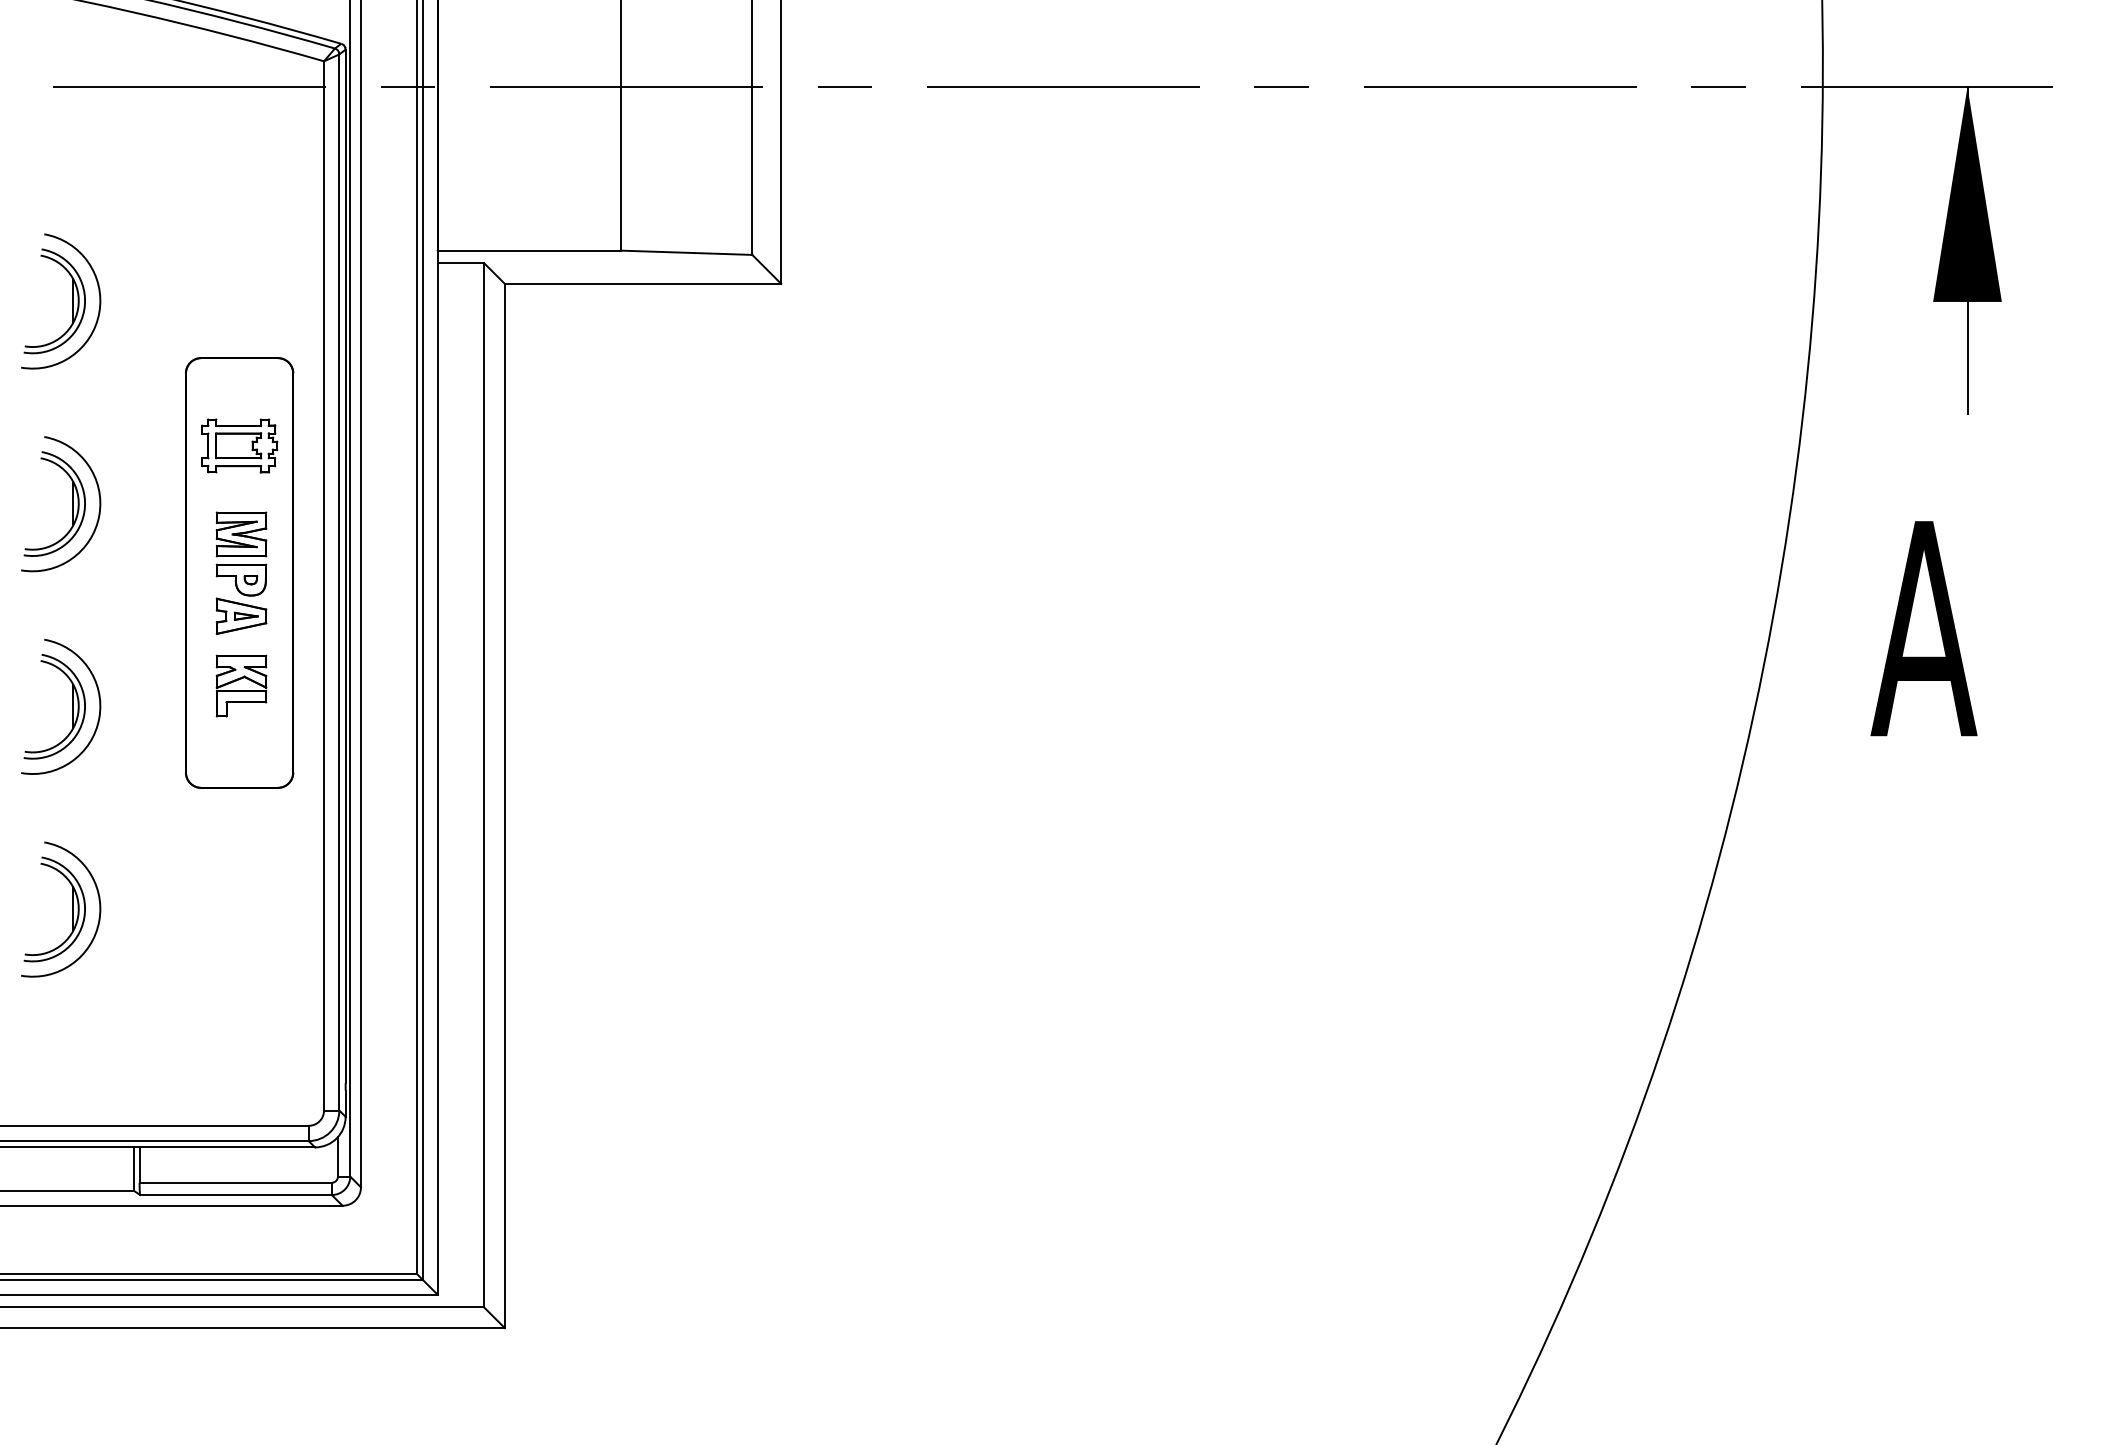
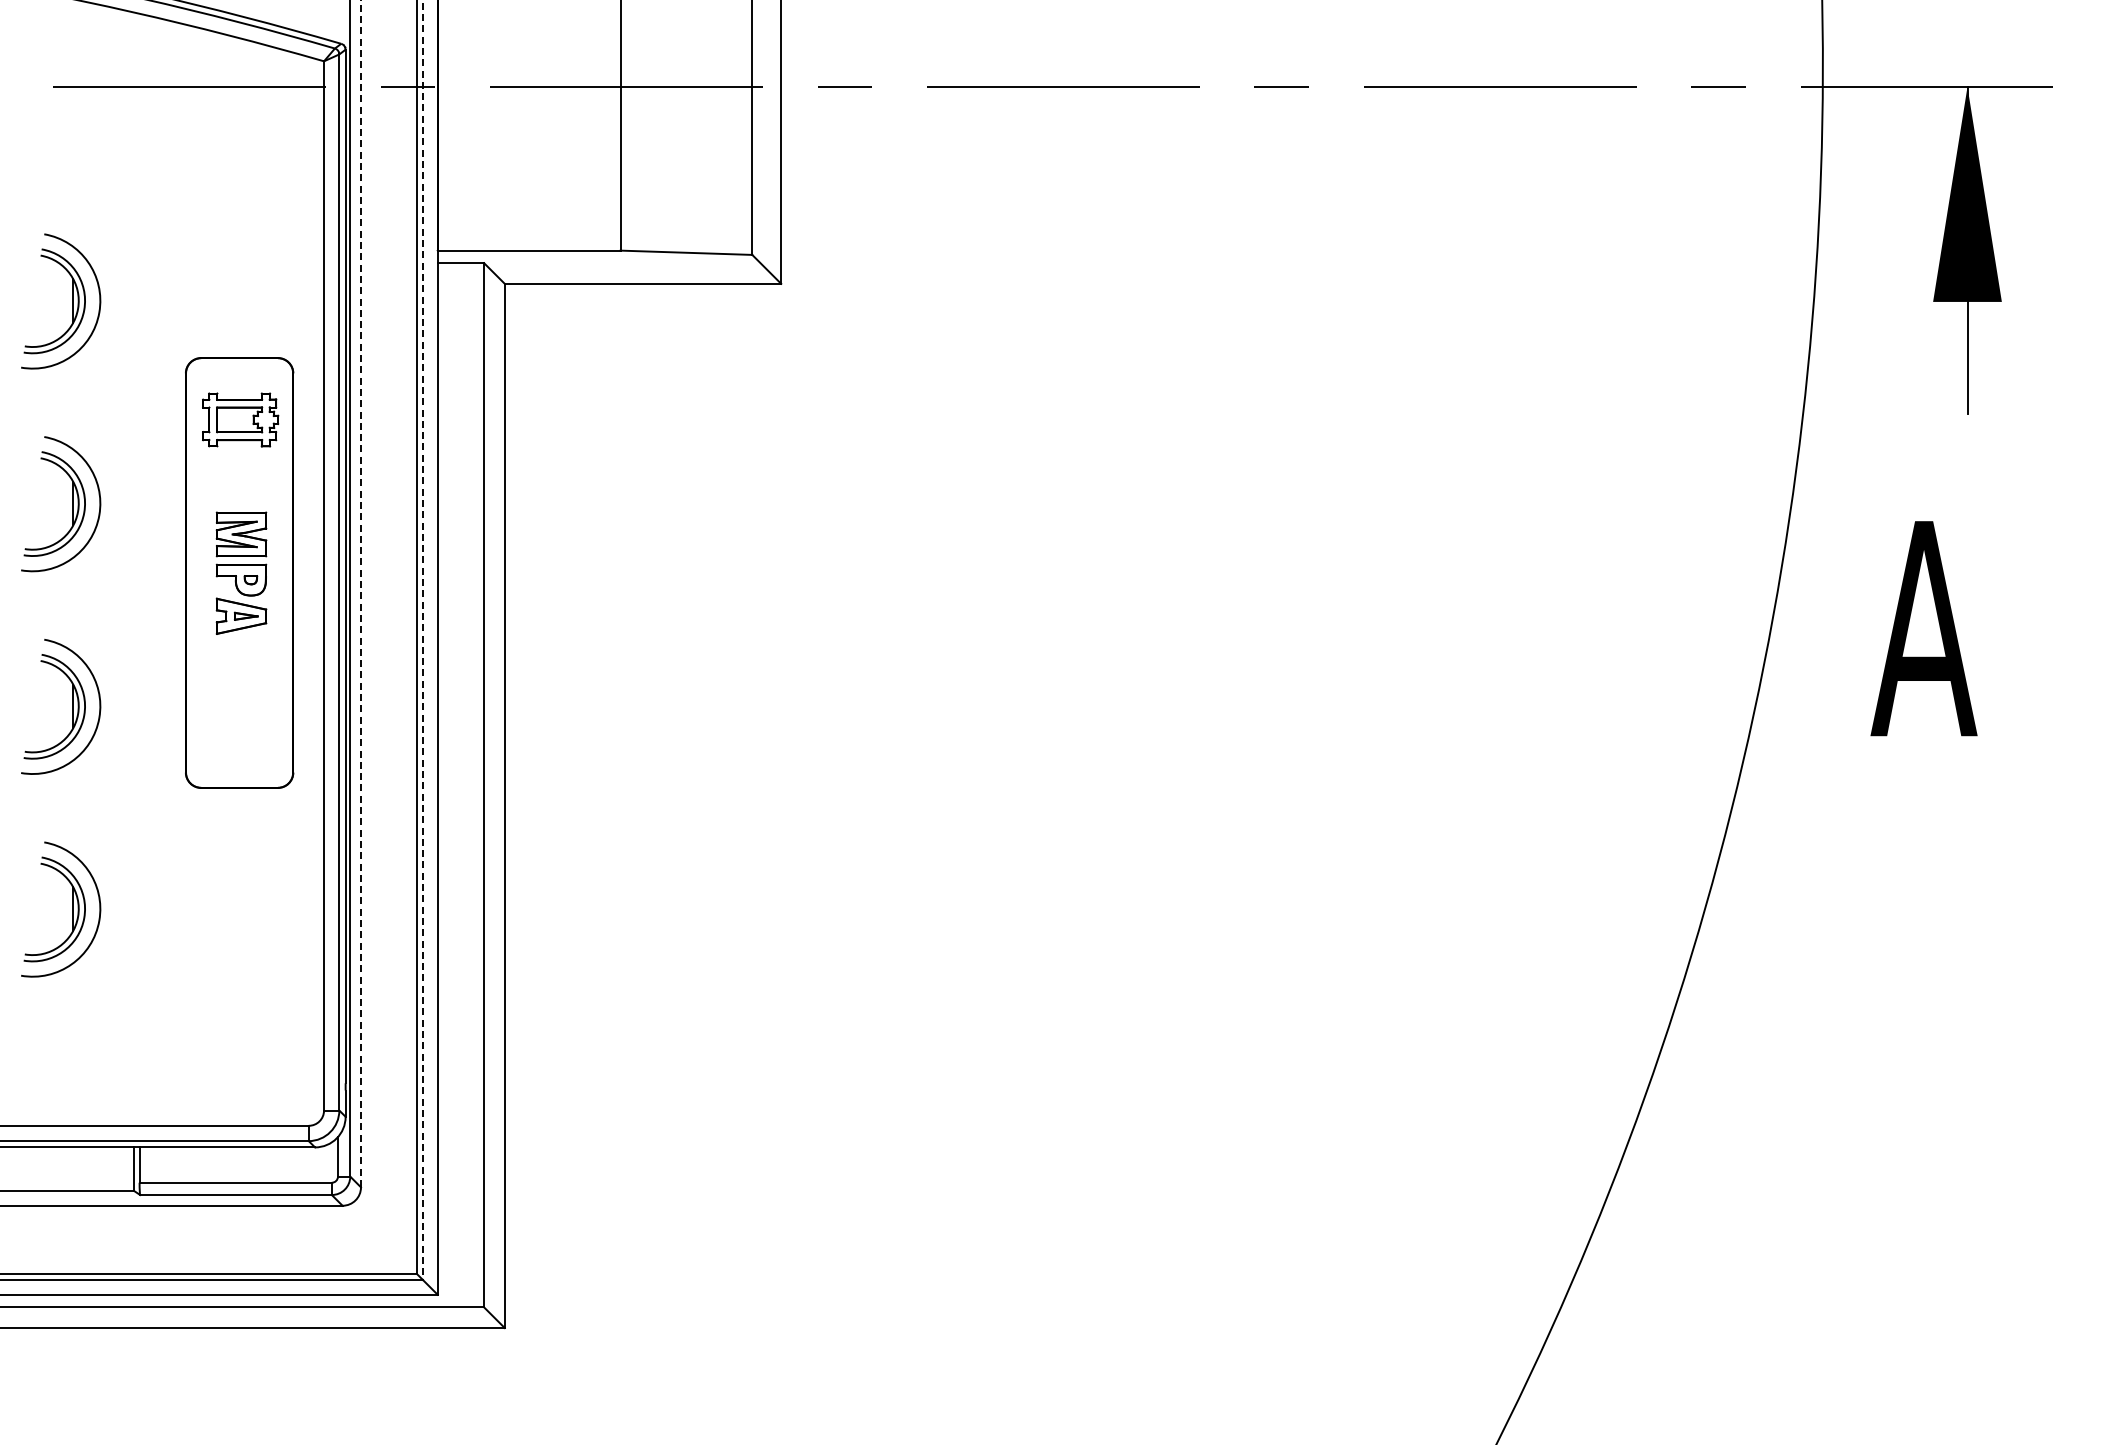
part at (239, 445) position: (239, 445) -> (240, 419)
line at (361, 594): solid -> dashed
line at (422, 639): solid -> dashed
part at (241, 685): present -> none
